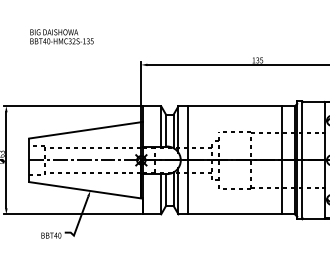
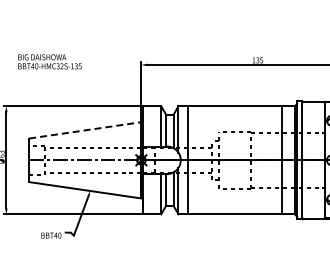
text at (61, 36) position: (61, 36) -> (49, 61)
line at (85, 130): solid -> dashed
